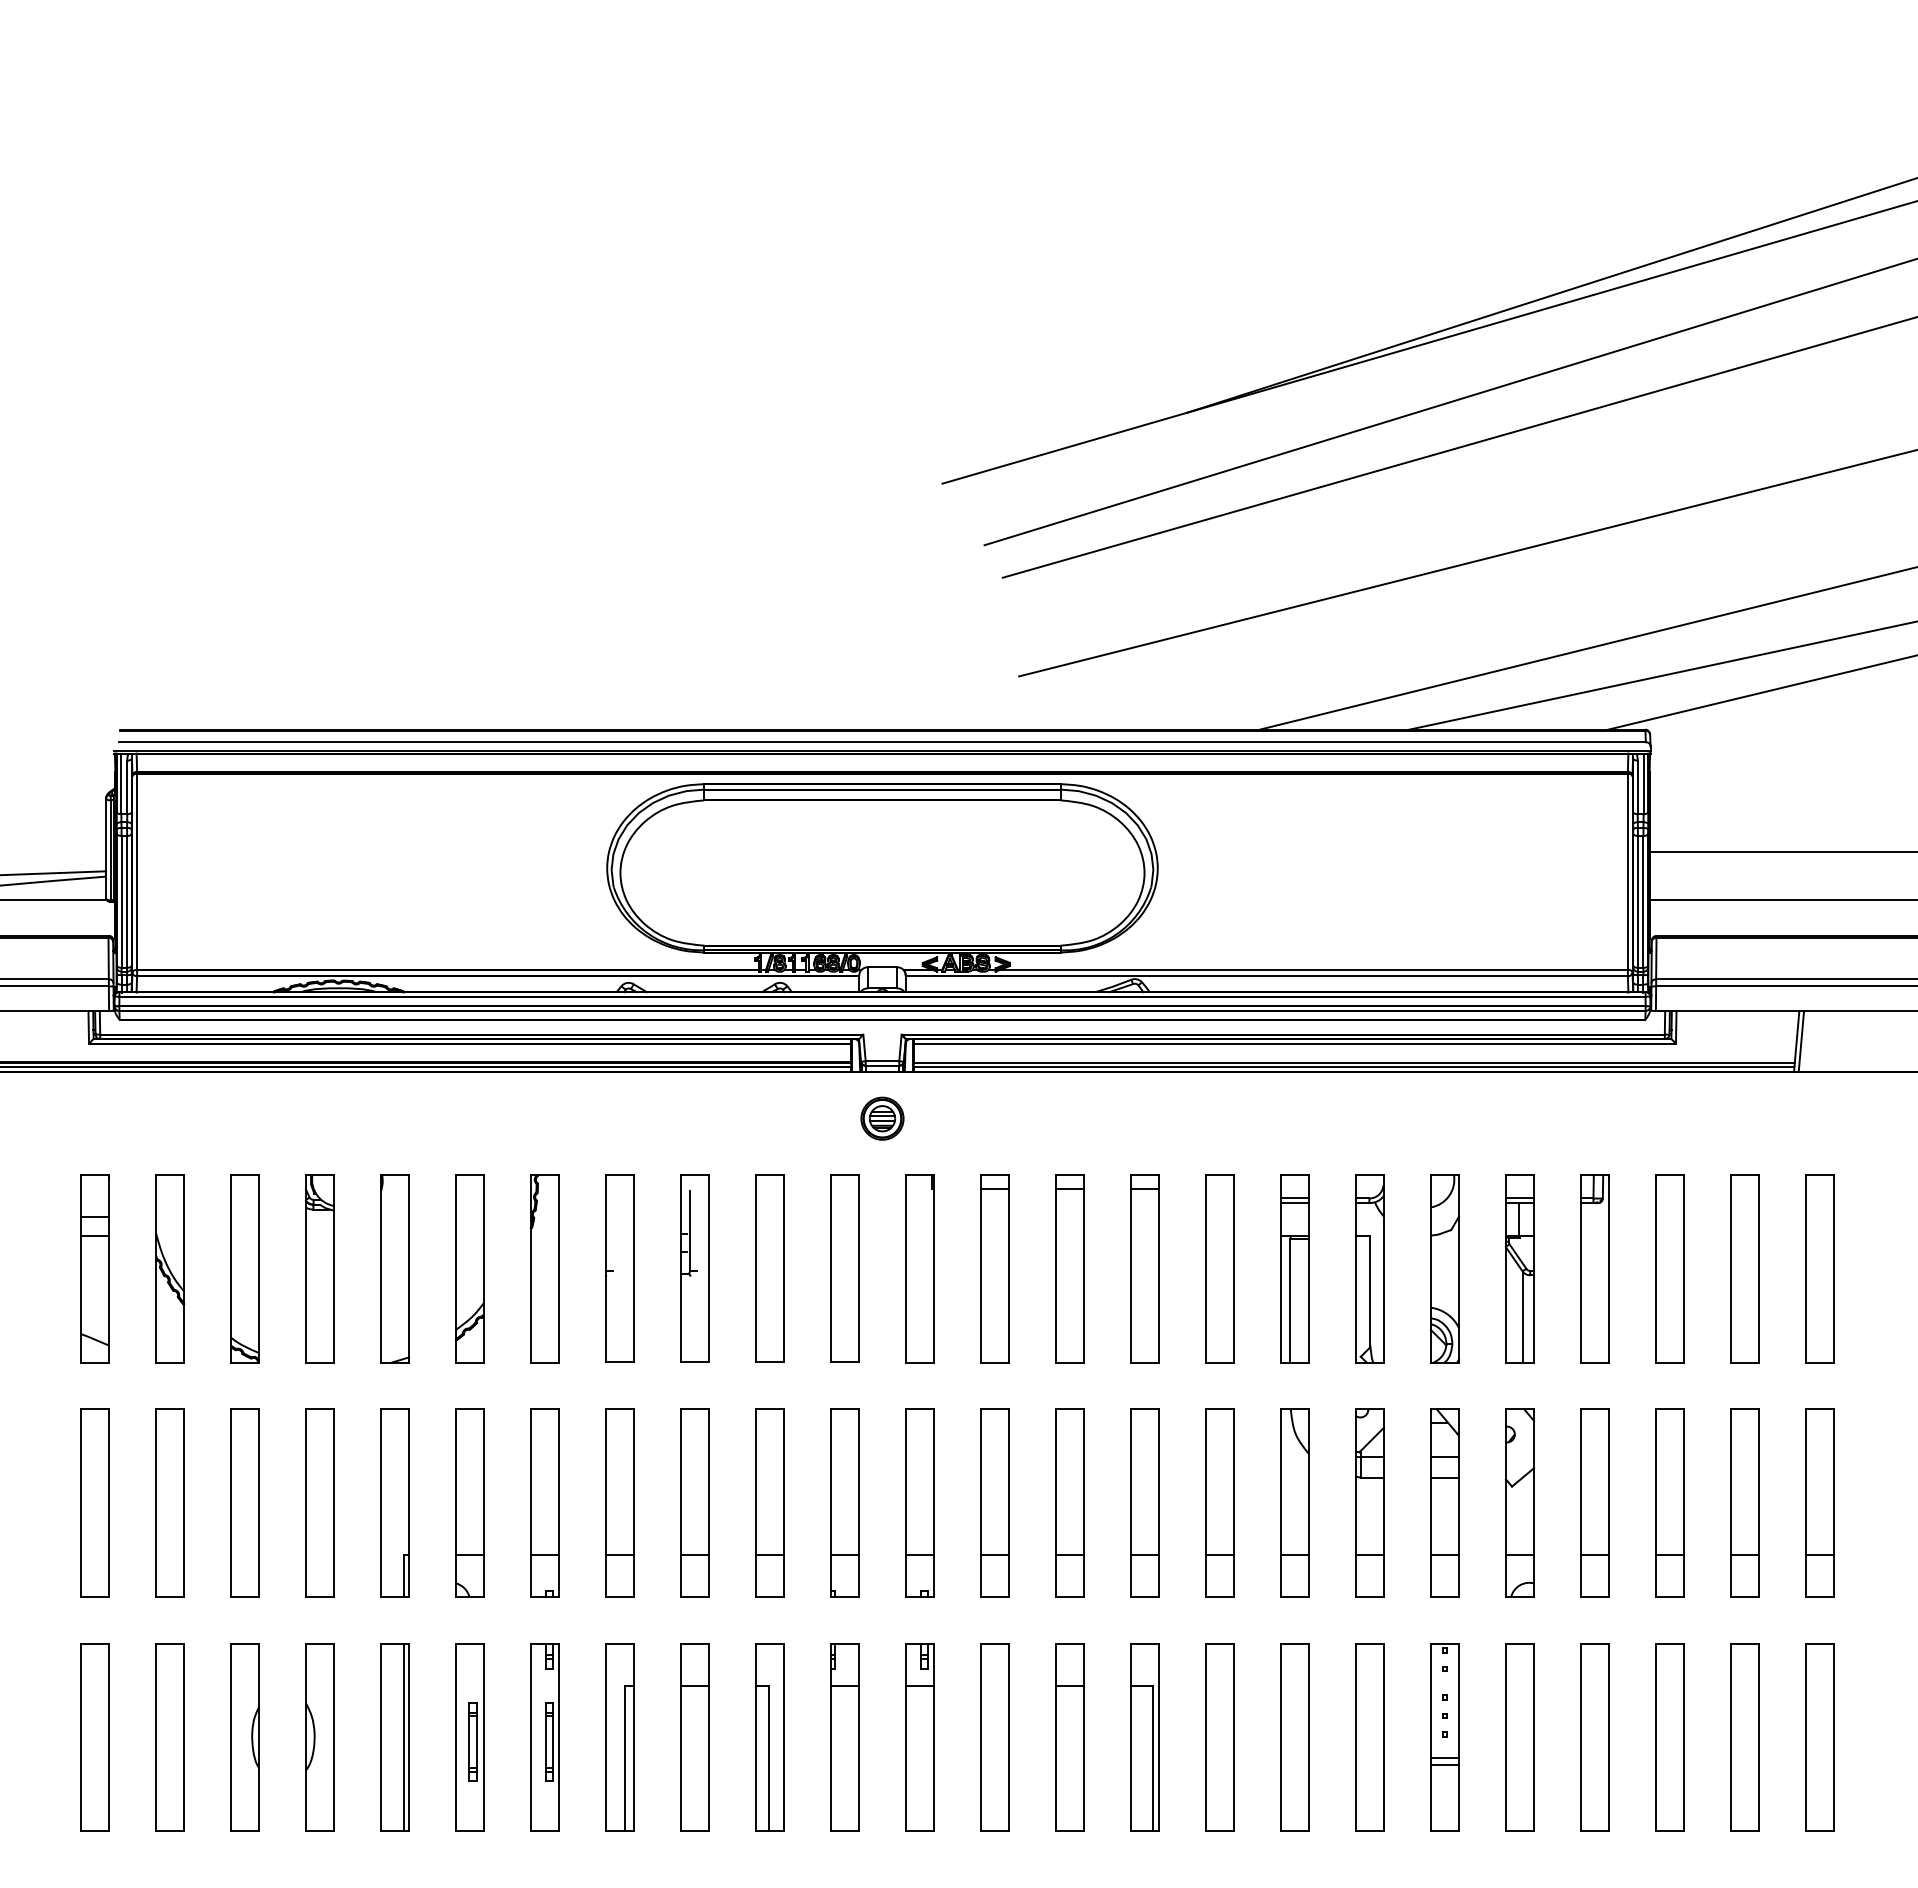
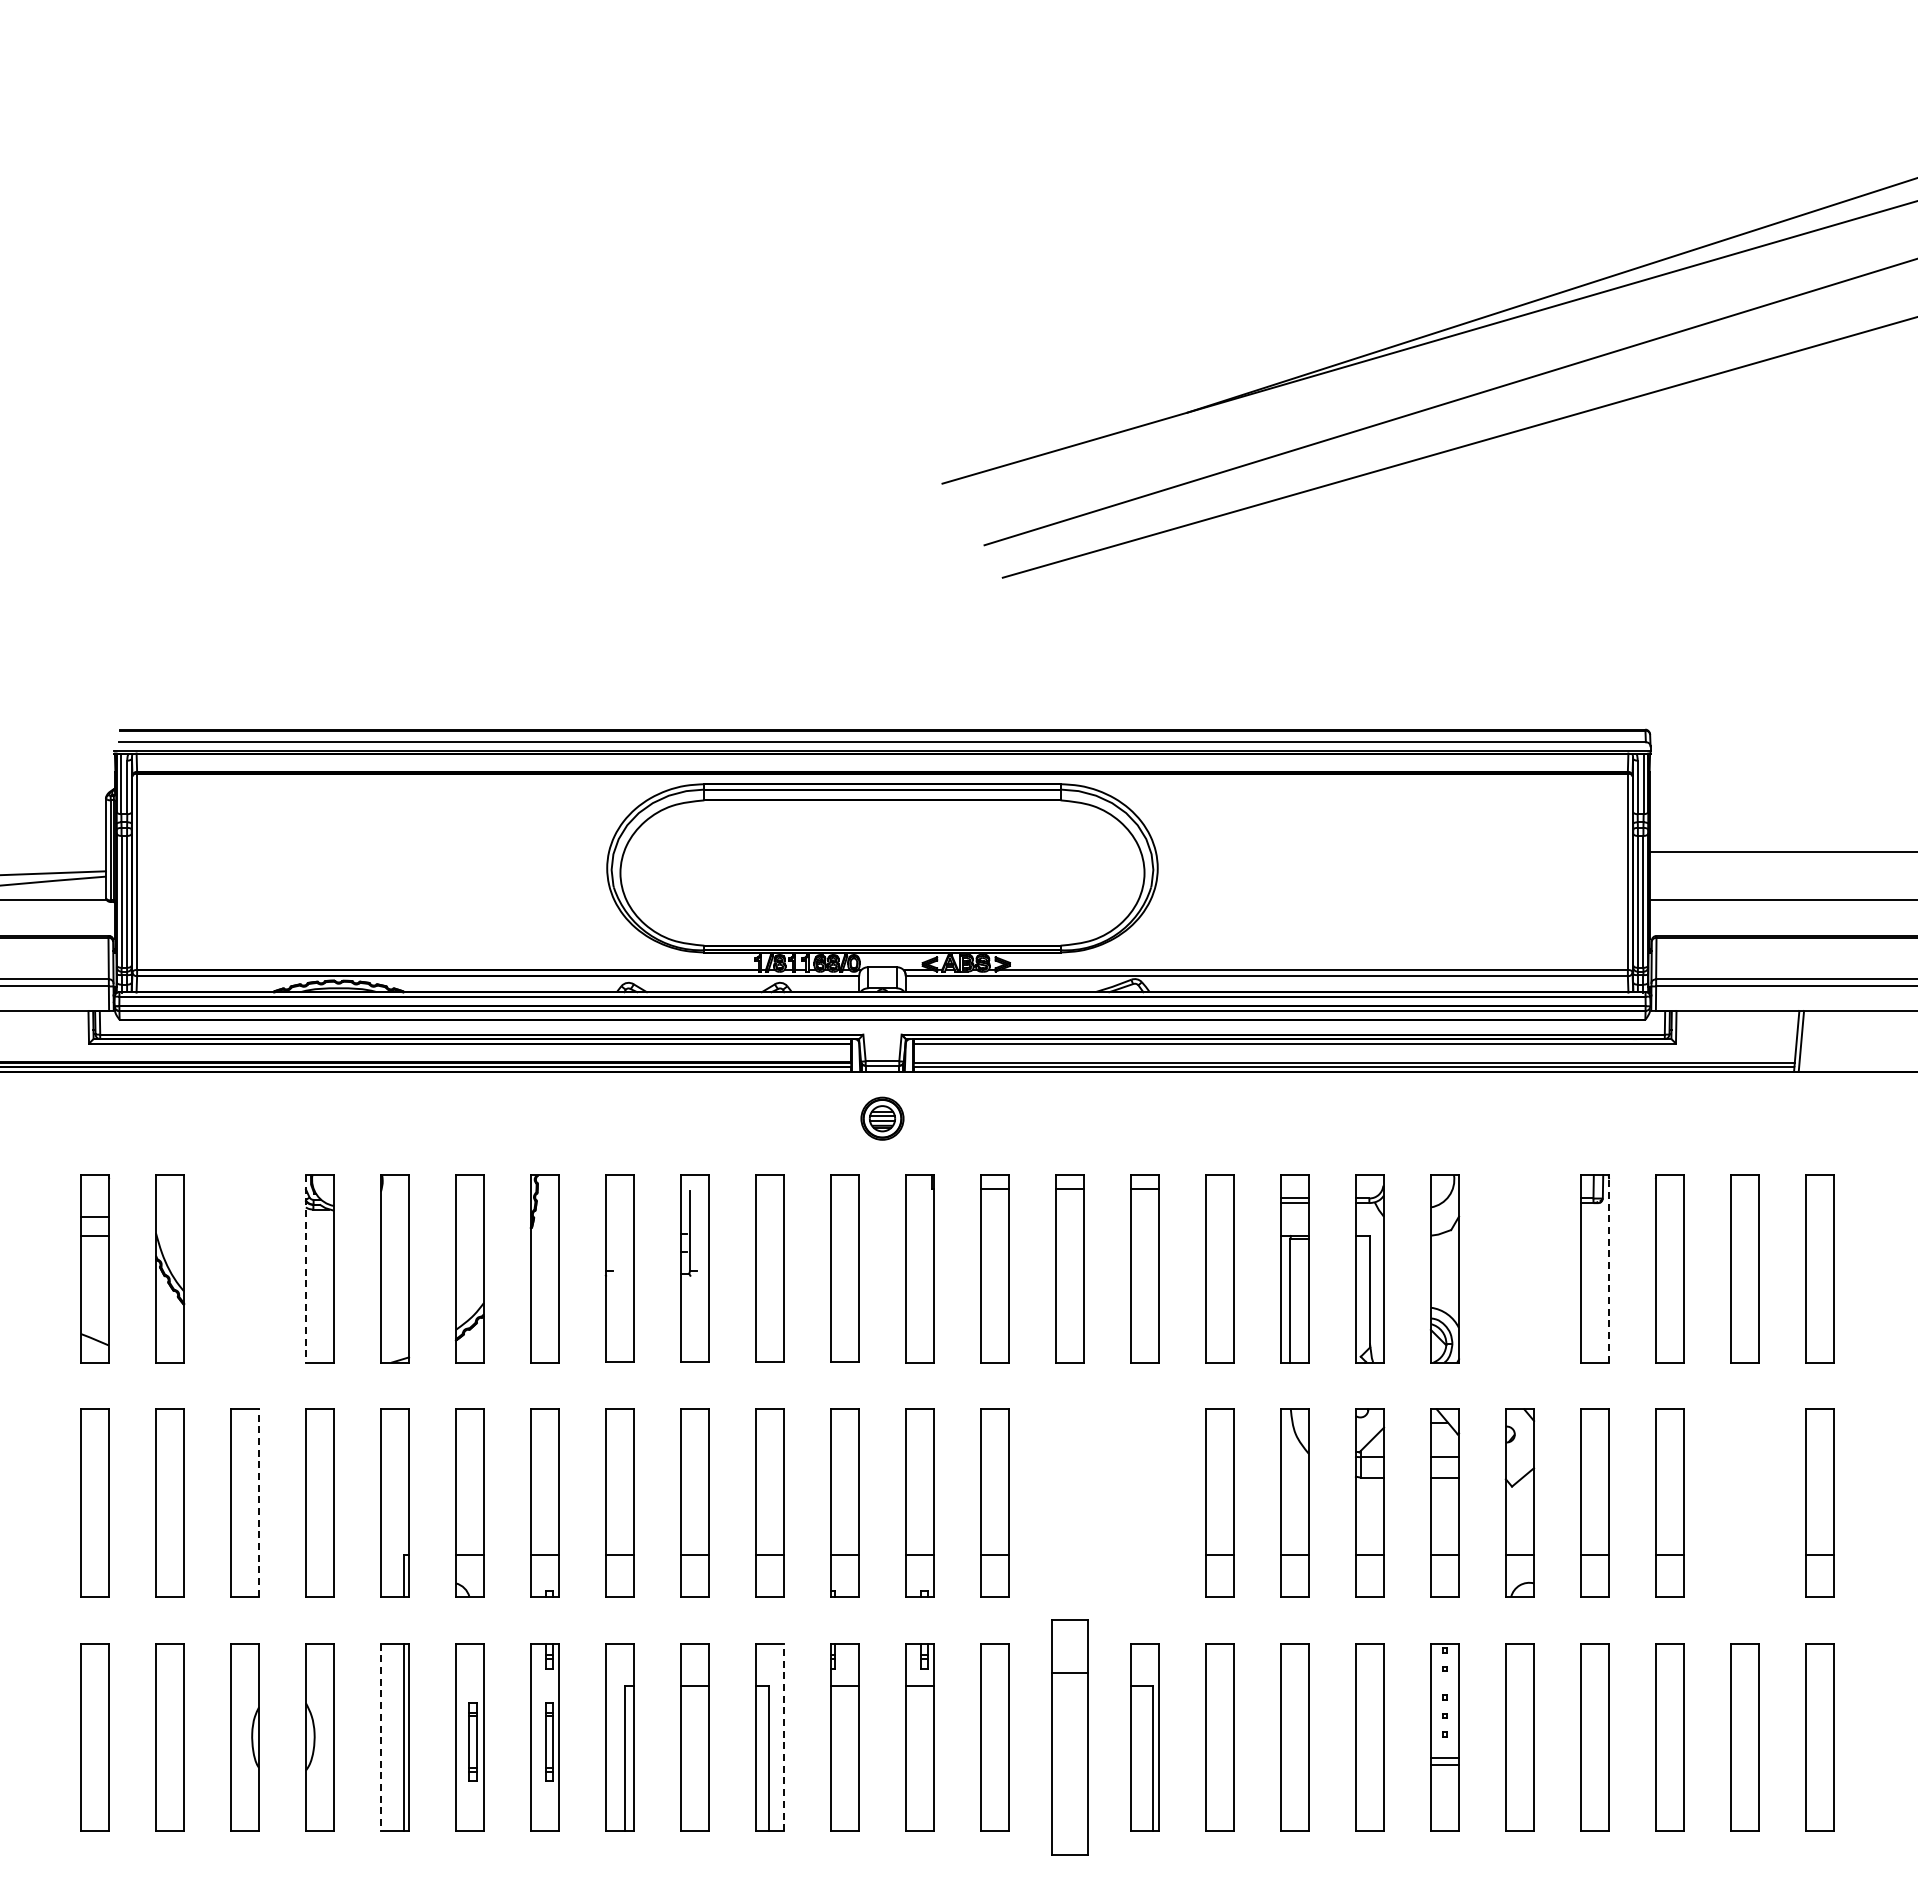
line at (1466, 563): present -> none
line at (1587, 648): present -> none
line at (1661, 675): present -> none
line at (1761, 692): present -> none
part at (244, 1268): present -> none
line at (305, 1268): solid -> dashed
part at (1519, 1268): present -> none
line at (1609, 1268): solid -> dashed
part at (1069, 1502): present -> none
part at (1144, 1502): present -> none
part at (1744, 1502): present -> none
line at (259, 1503): solid -> dashed
line at (380, 1737): solid -> dashed
line at (784, 1737): solid -> dashed
part at (1069, 1737) size: 30x189 px -> 38x237 px
